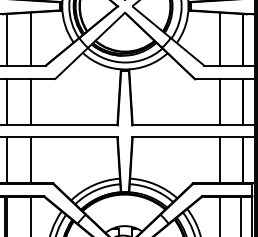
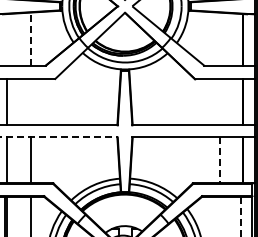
line at (219, 38): present -> none
line at (6, 39): present -> none
line at (31, 39): solid -> dashed
line at (31, 101): present -> none
line at (219, 101): present -> none
line at (58, 137): solid -> dashed
line at (219, 160): solid -> dashed
line at (219, 214): present -> none
line at (241, 216): solid -> dashed
